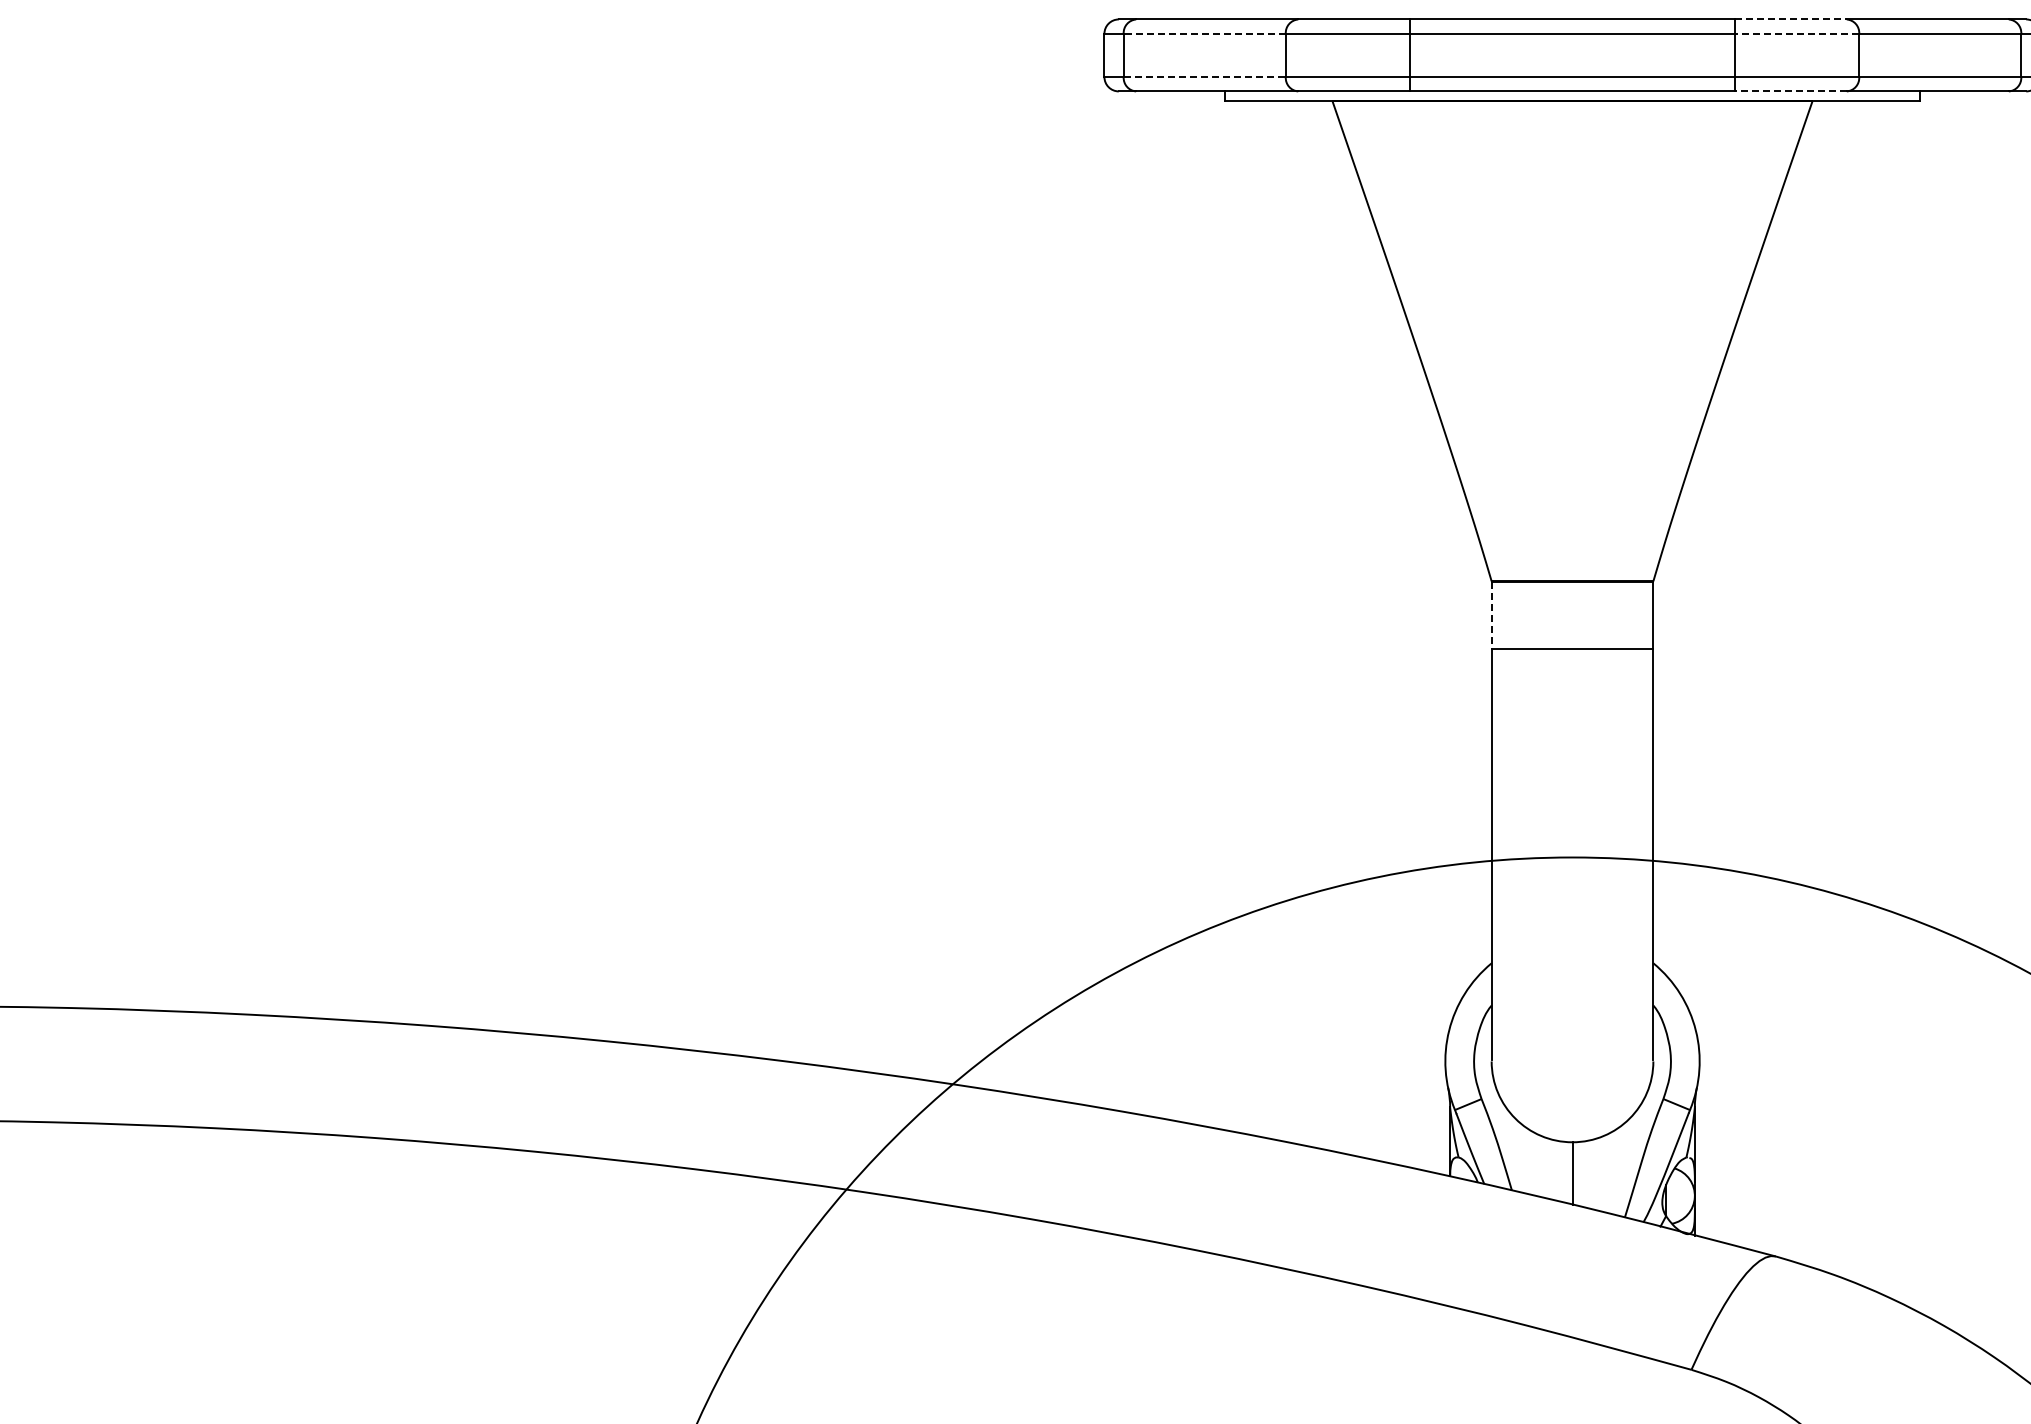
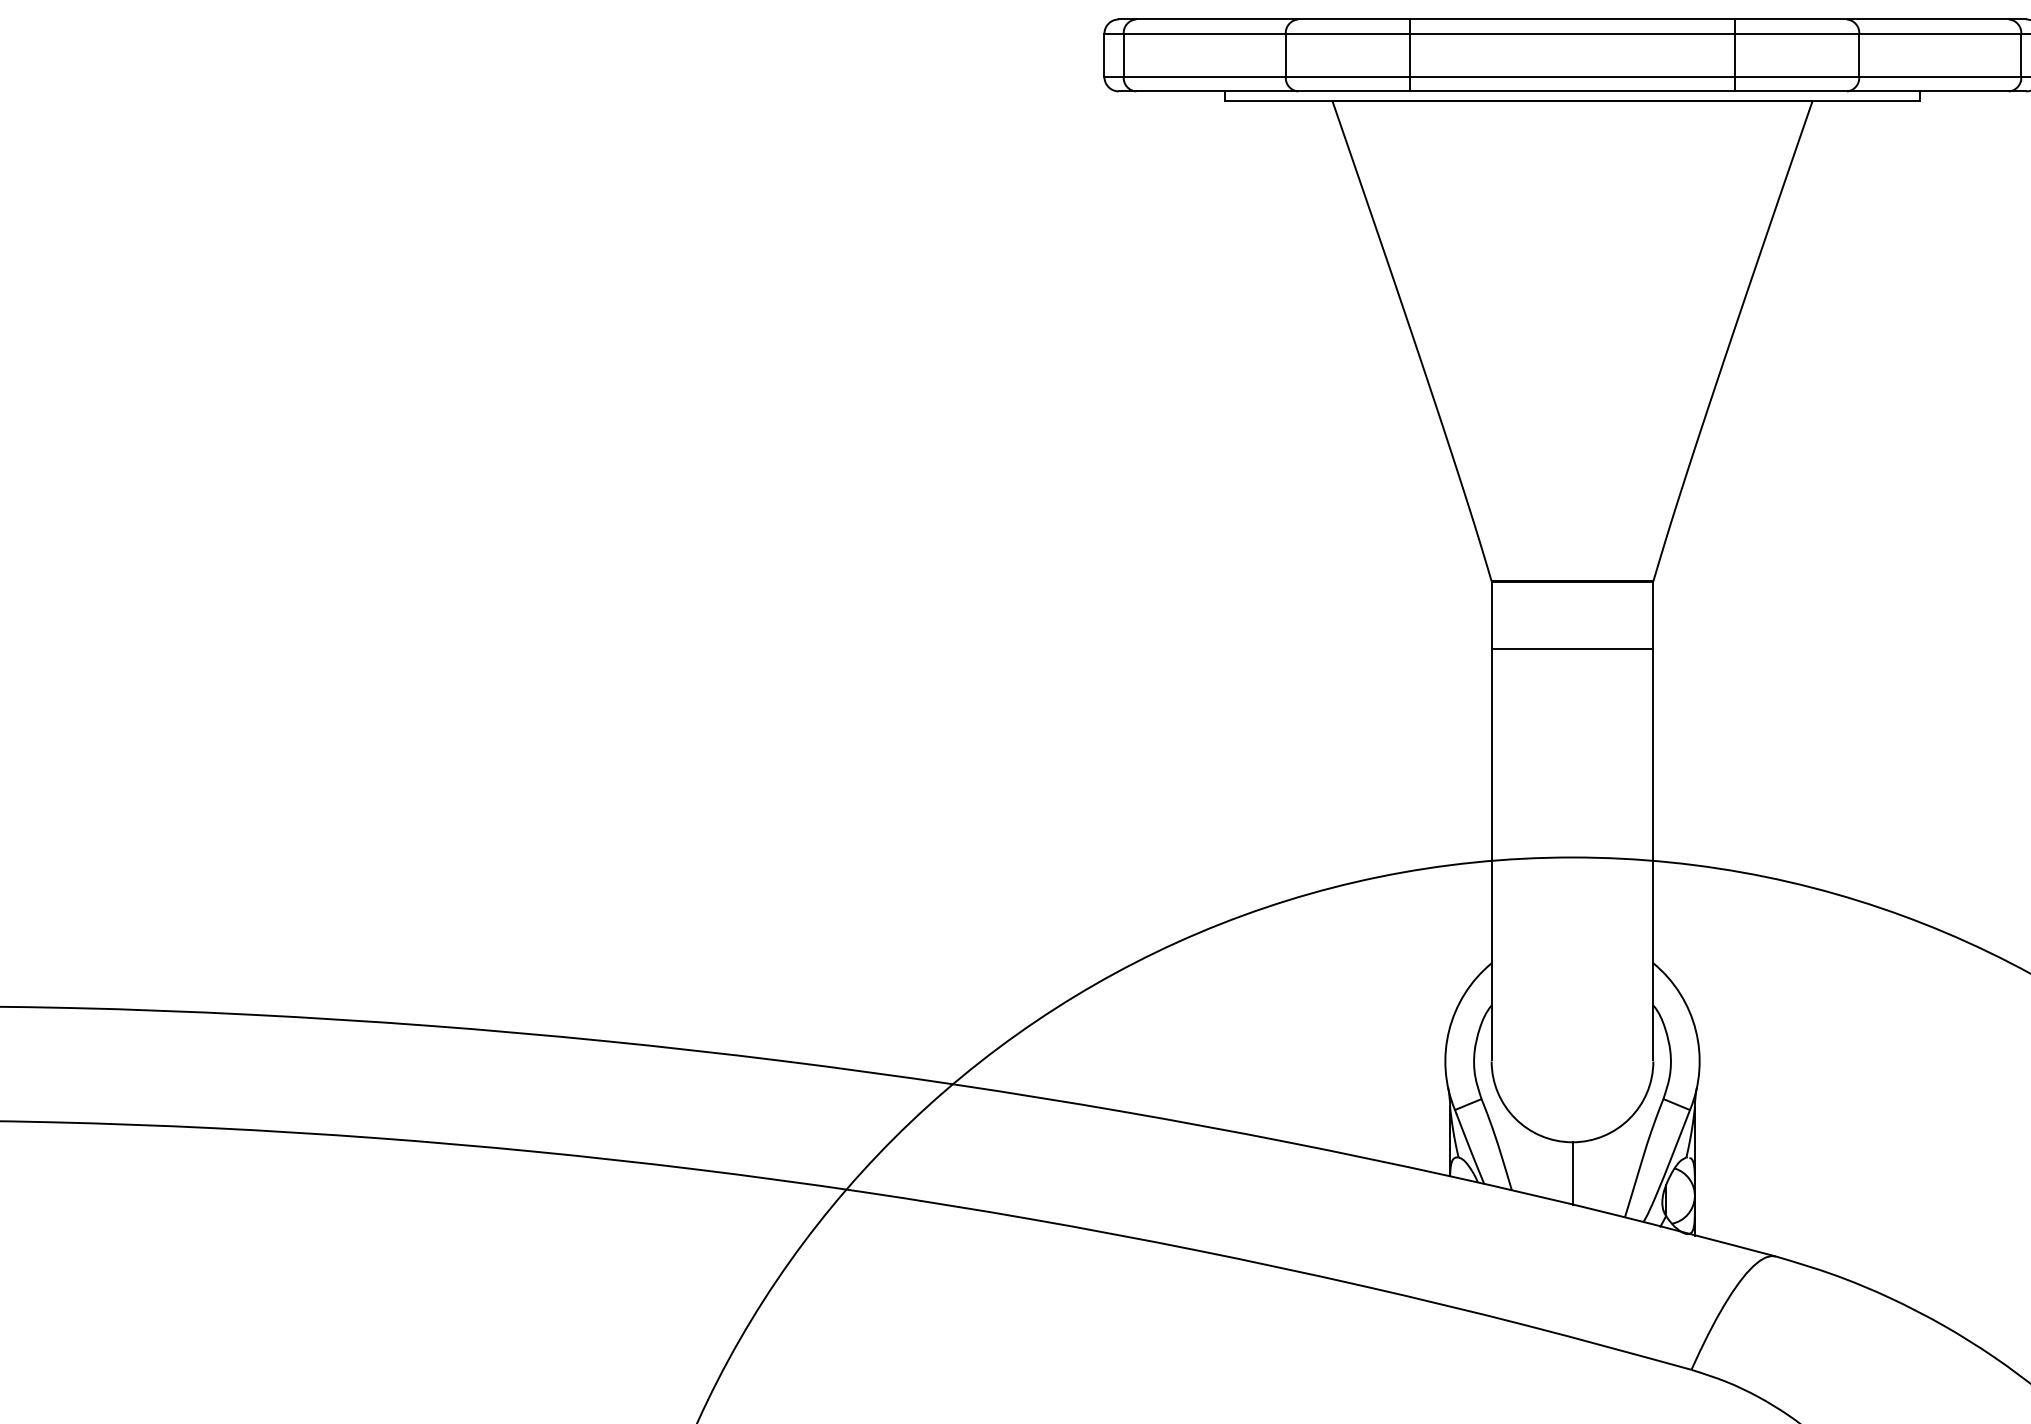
line at (1791, 19): dashed -> solid
line at (1204, 33): dashed -> solid
line at (1796, 33): dashed -> solid
line at (1205, 77): dashed -> solid
line at (1790, 91): dashed -> solid
line at (1491, 615): dashed -> solid
